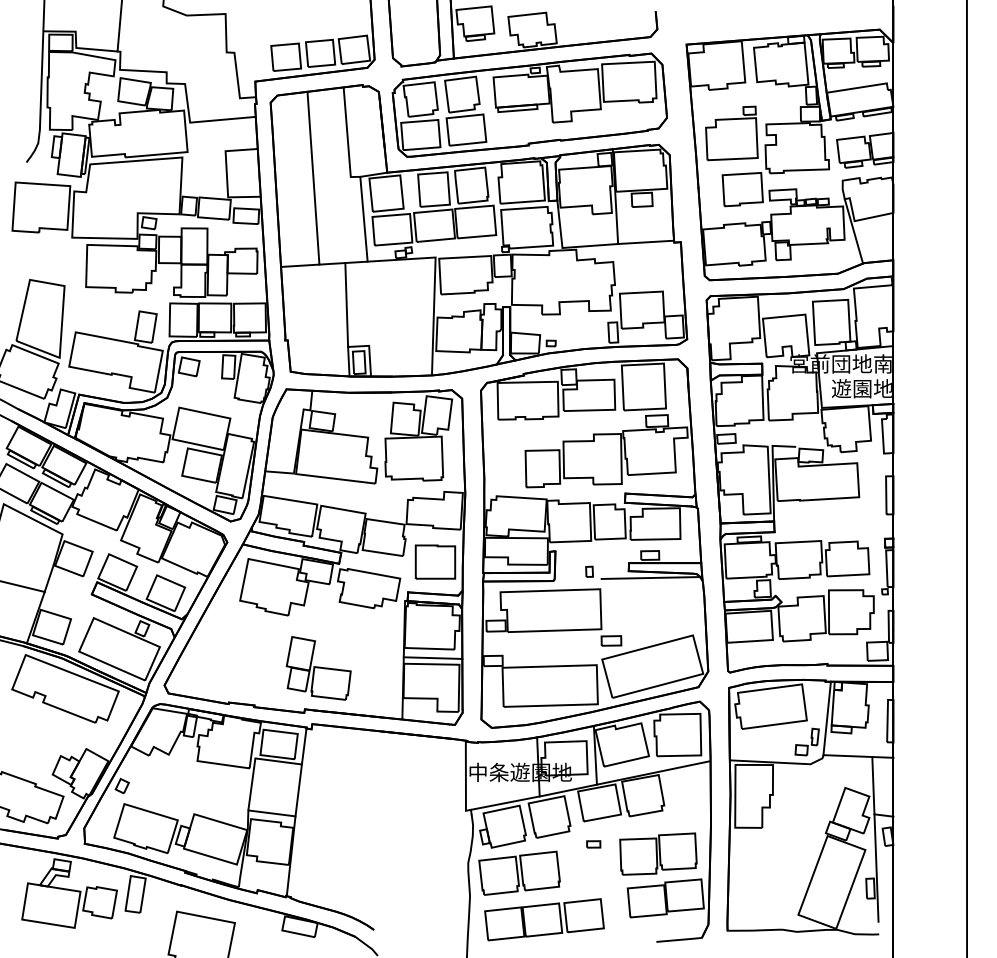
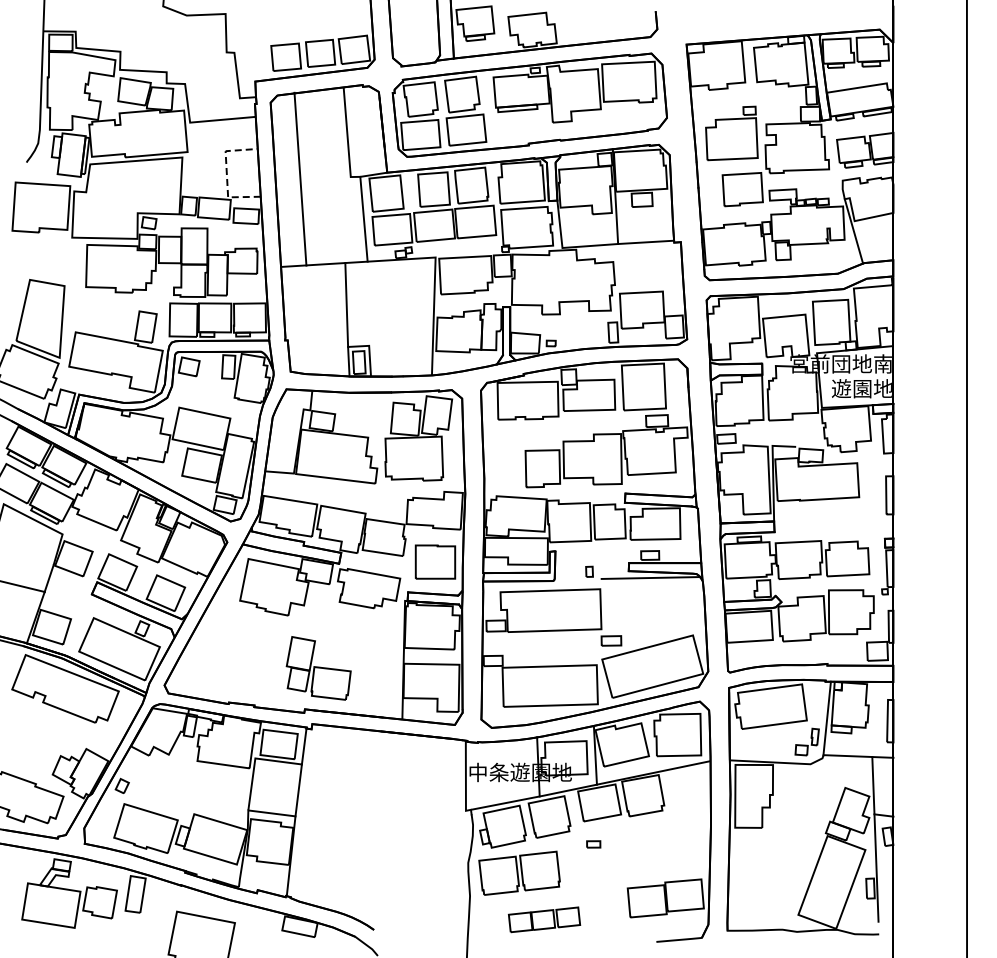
line at (119, 26): present -> none
line at (226, 173): solid -> dashed
line at (313, 177) position: (313, 177) -> (300, 178)
line at (432, 657): present -> none
part at (658, 853): present -> none
part at (544, 919) size: 121x44 px -> 74x28 px
